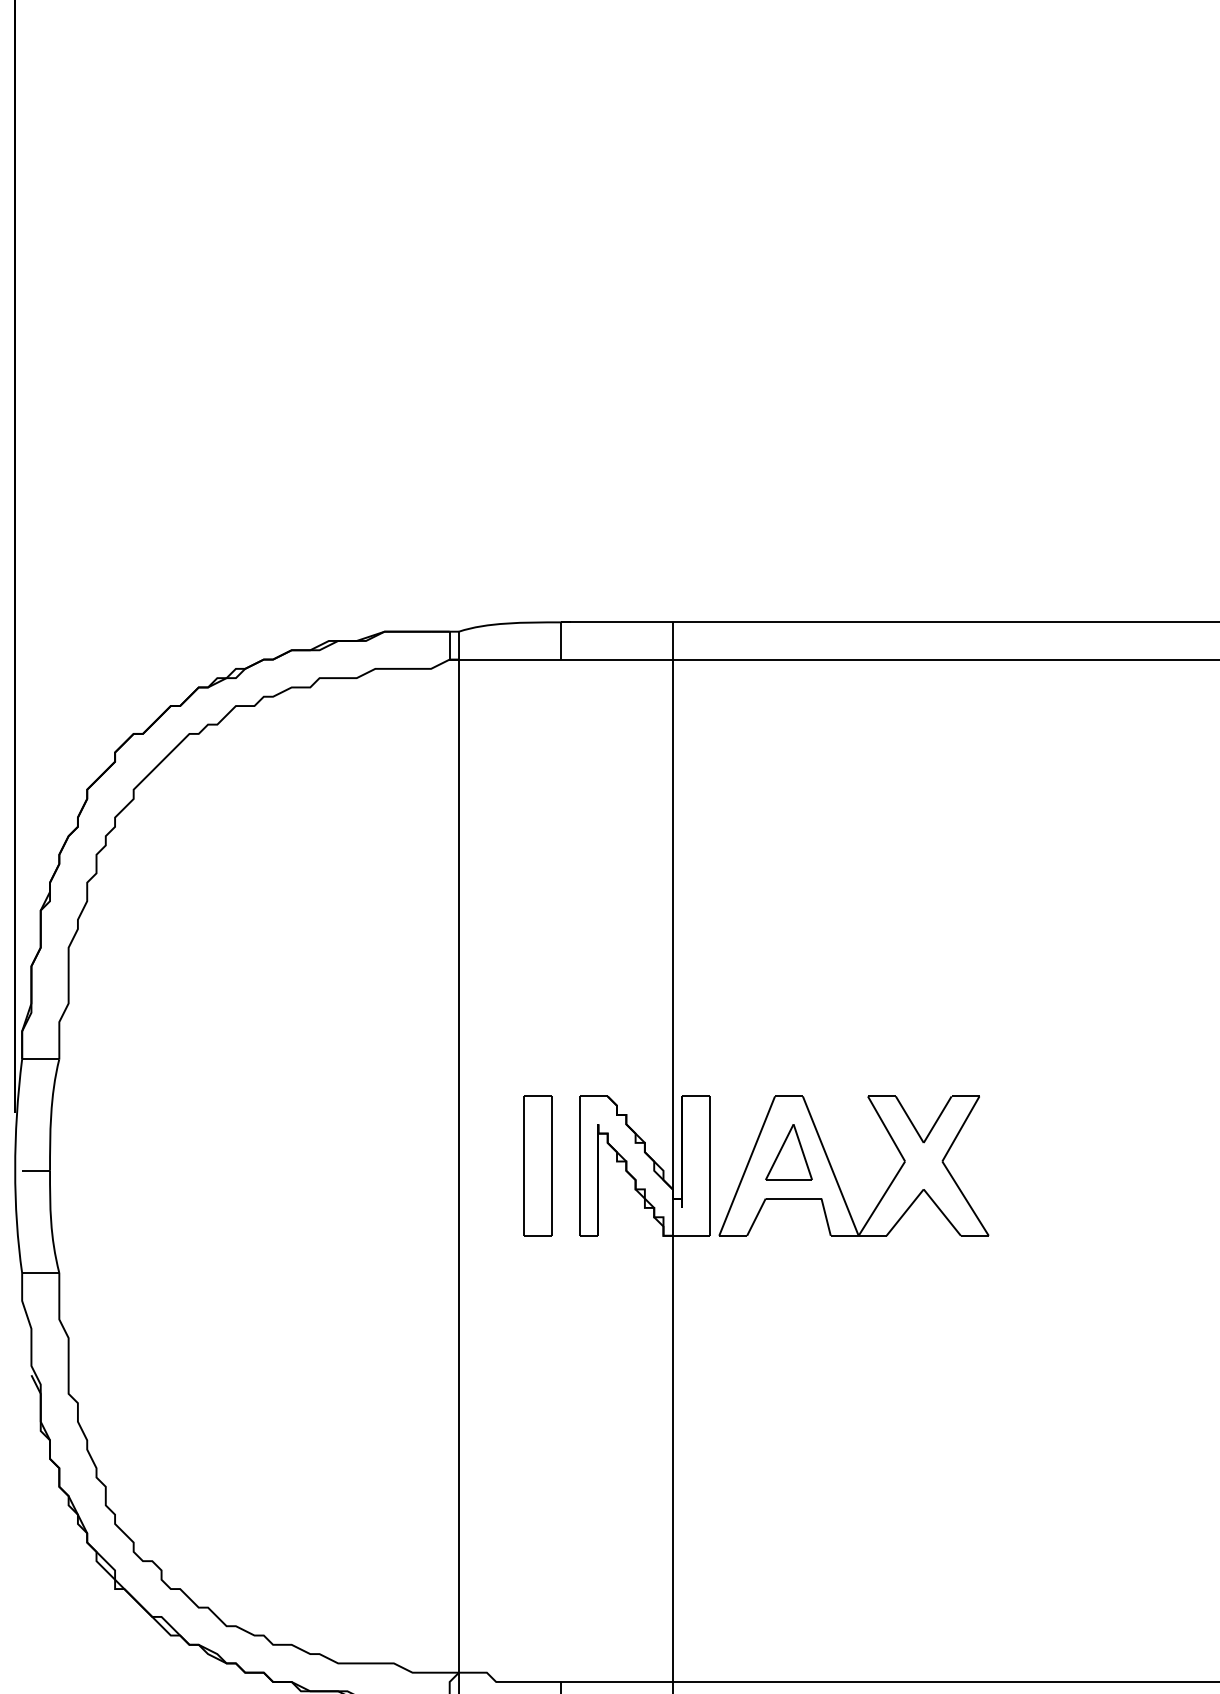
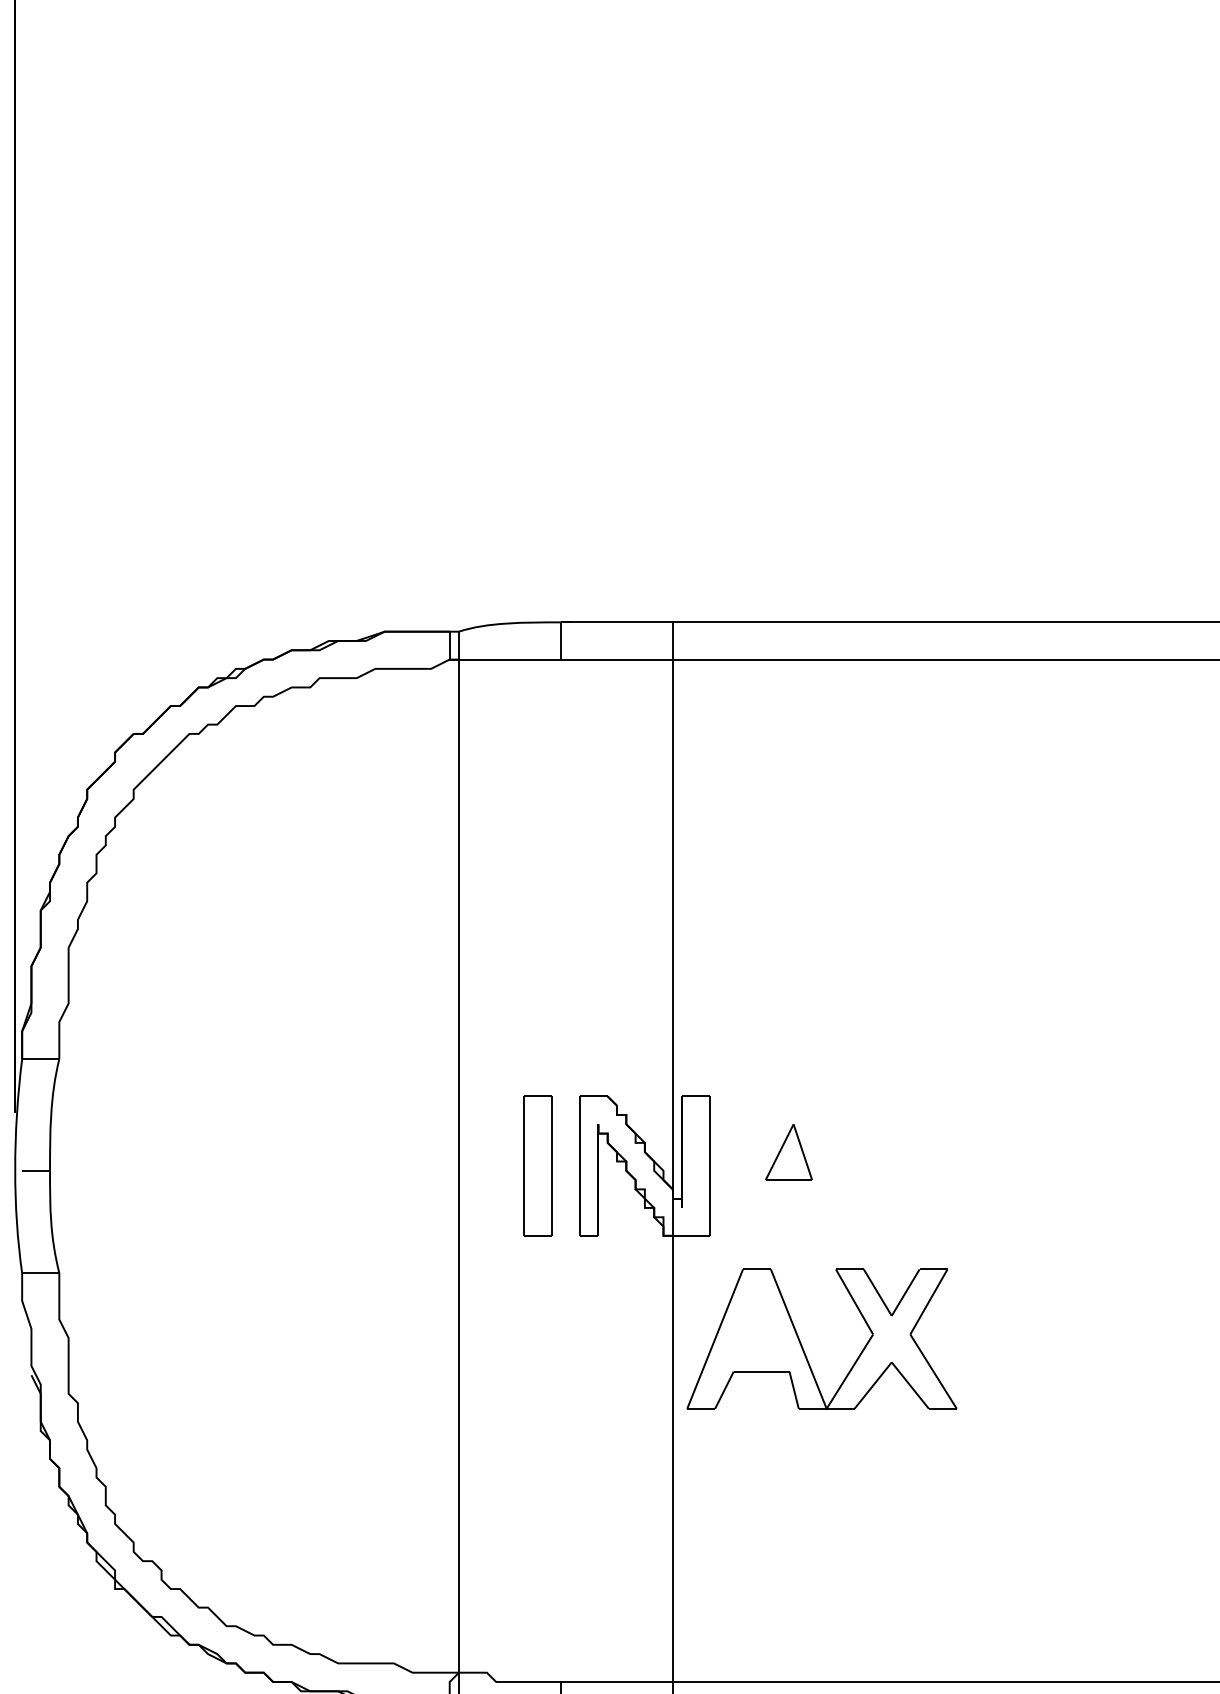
part at (835, 1174) position: (835, 1174) -> (803, 1347)
